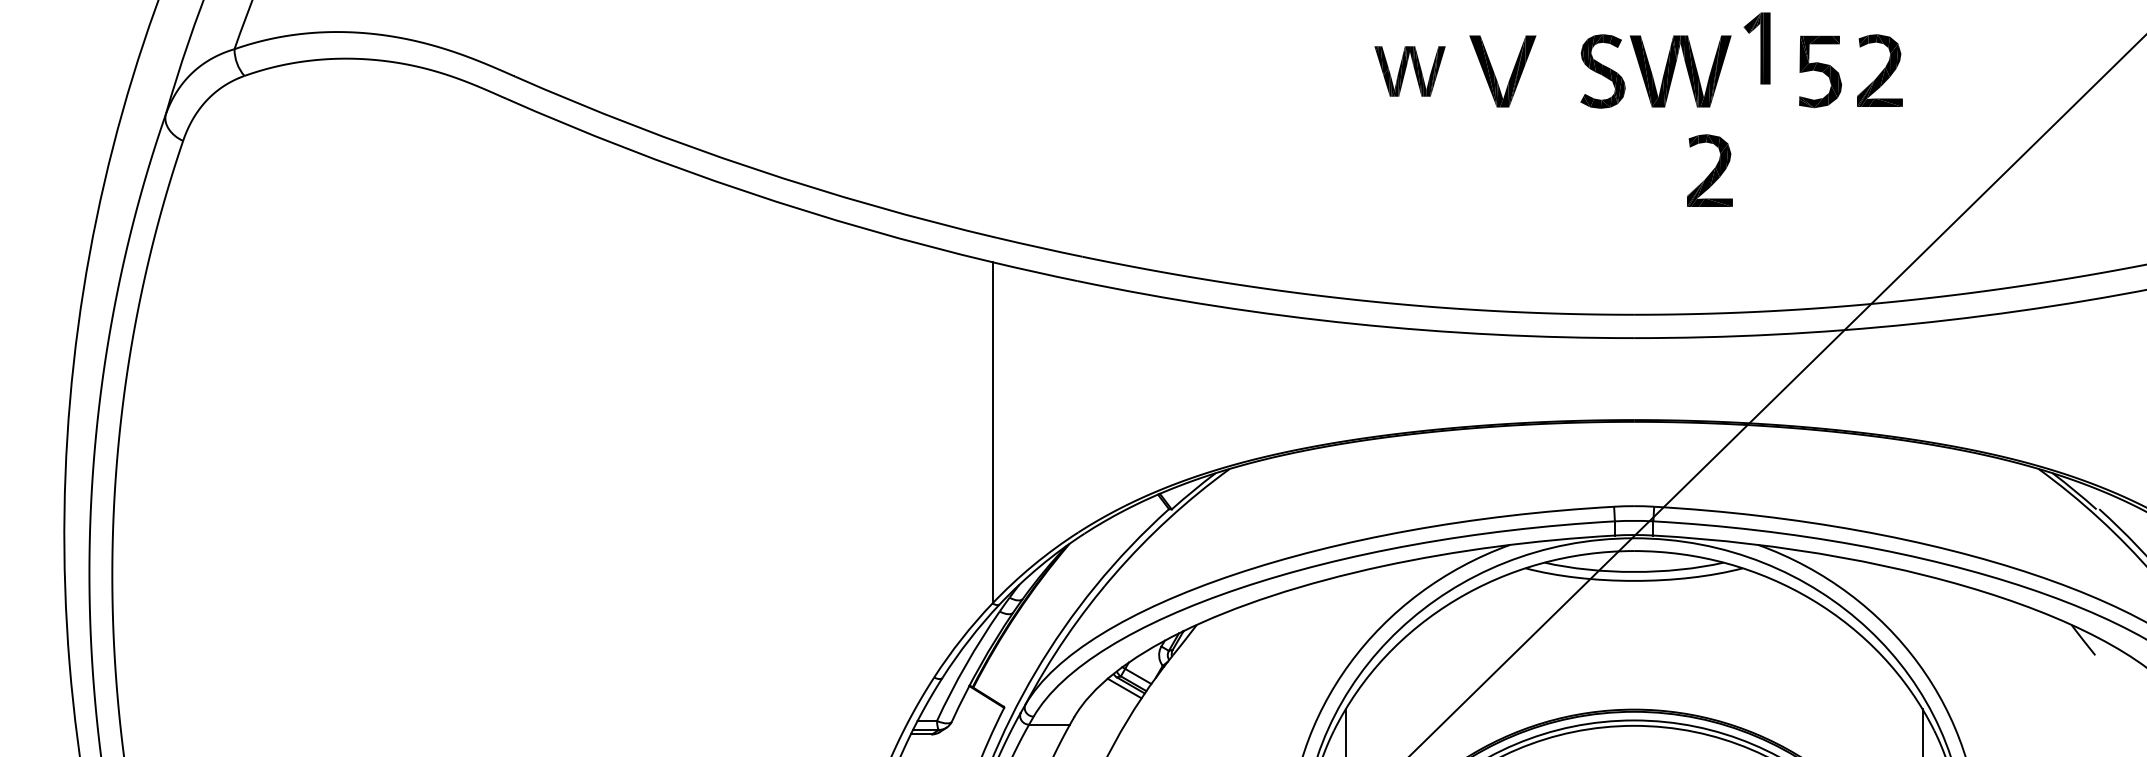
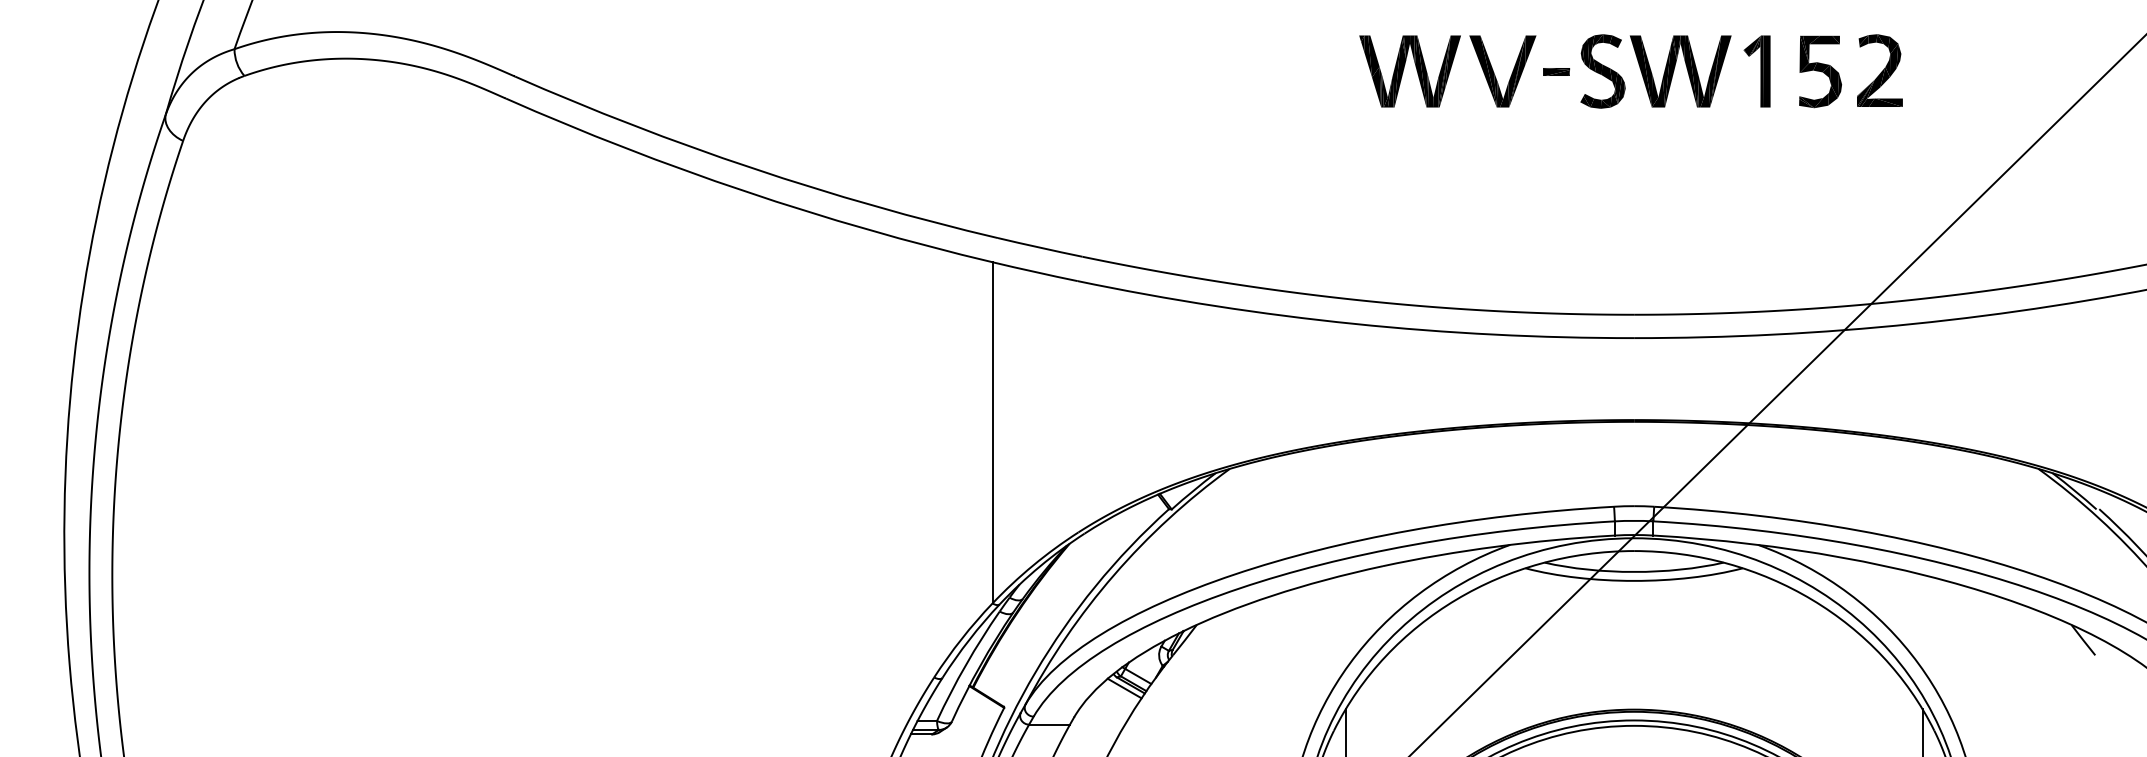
part at (1756, 48) position: (1756, 48) -> (1756, 71)
part at (1409, 71) size: 72x51 px -> 102x73 px
part at (1556, 71): none -> present
part at (1709, 170): present -> none
